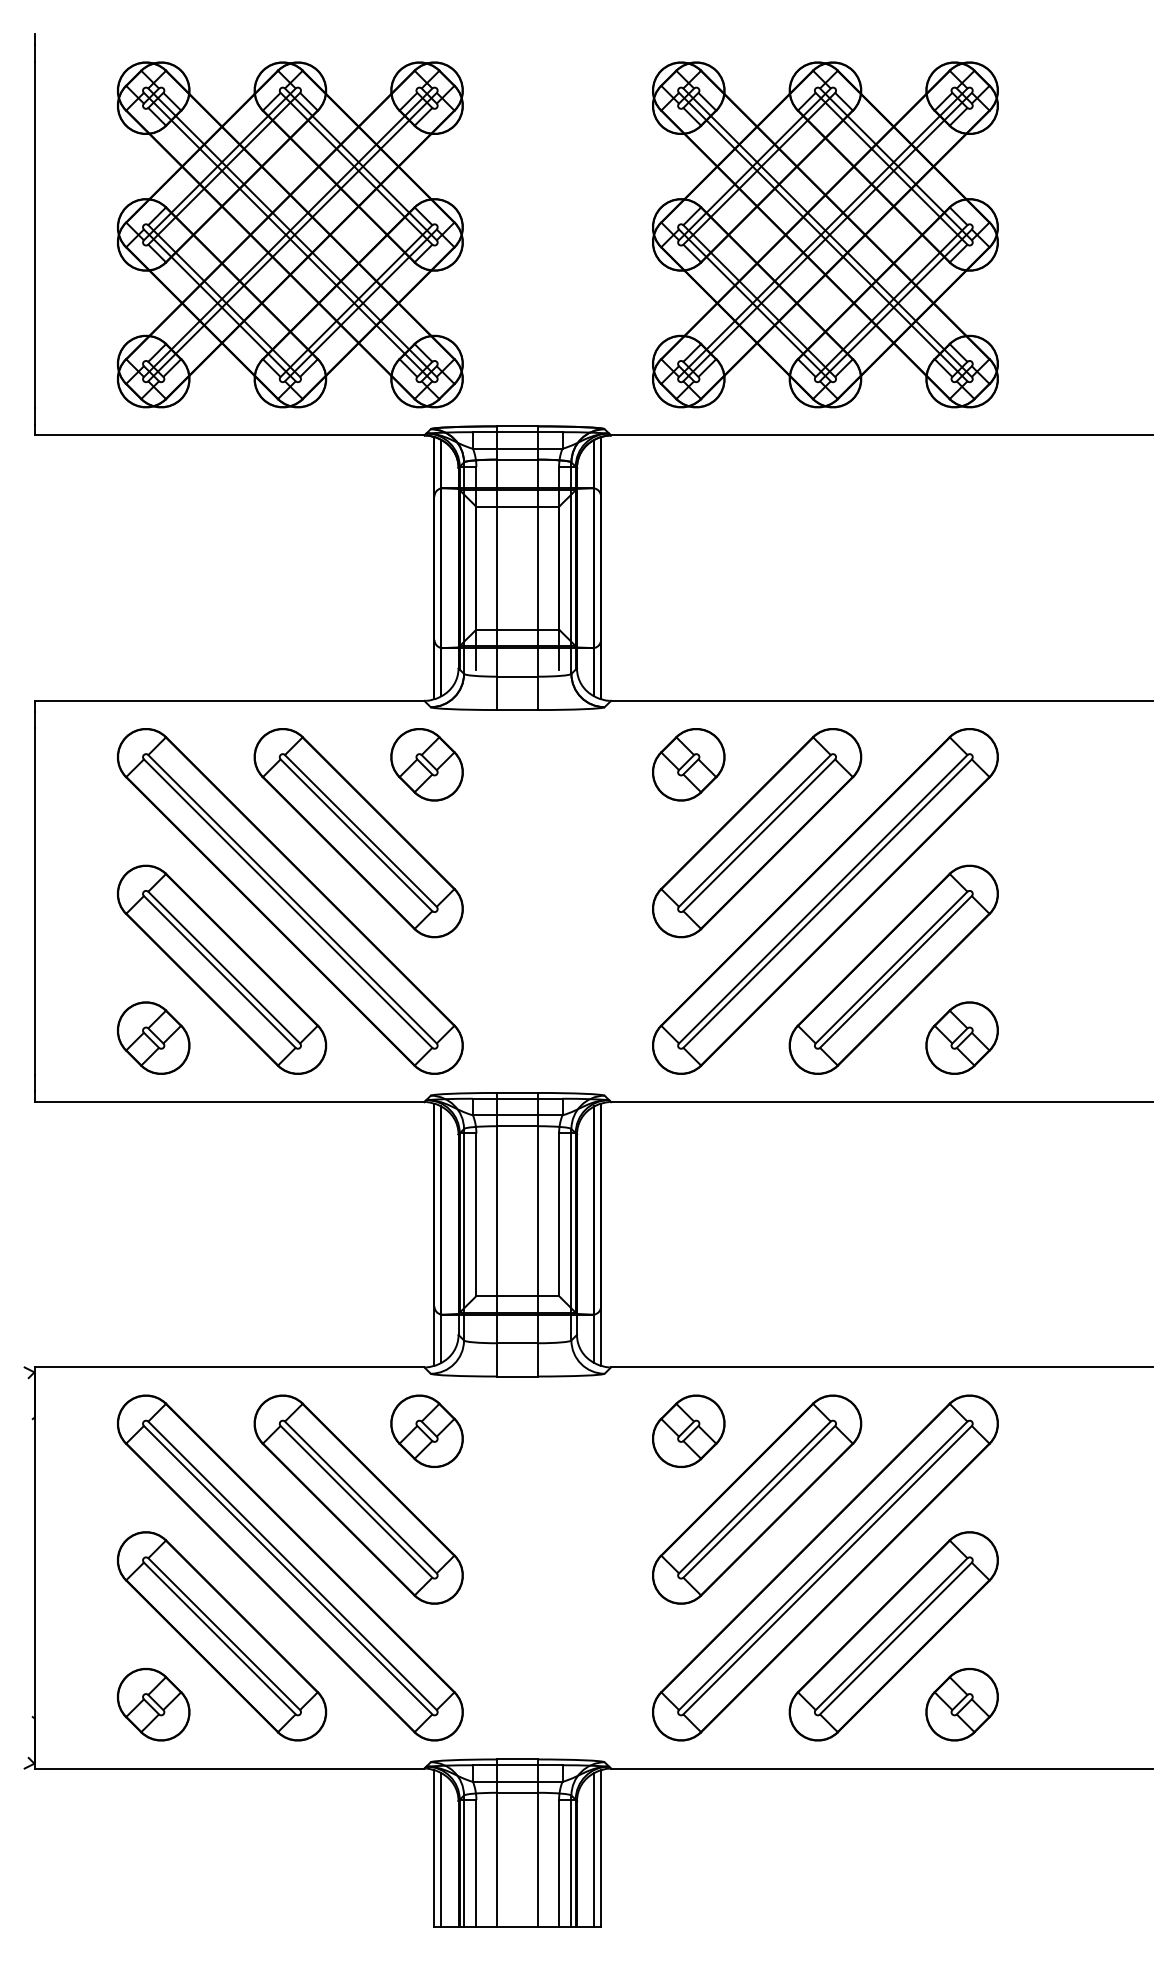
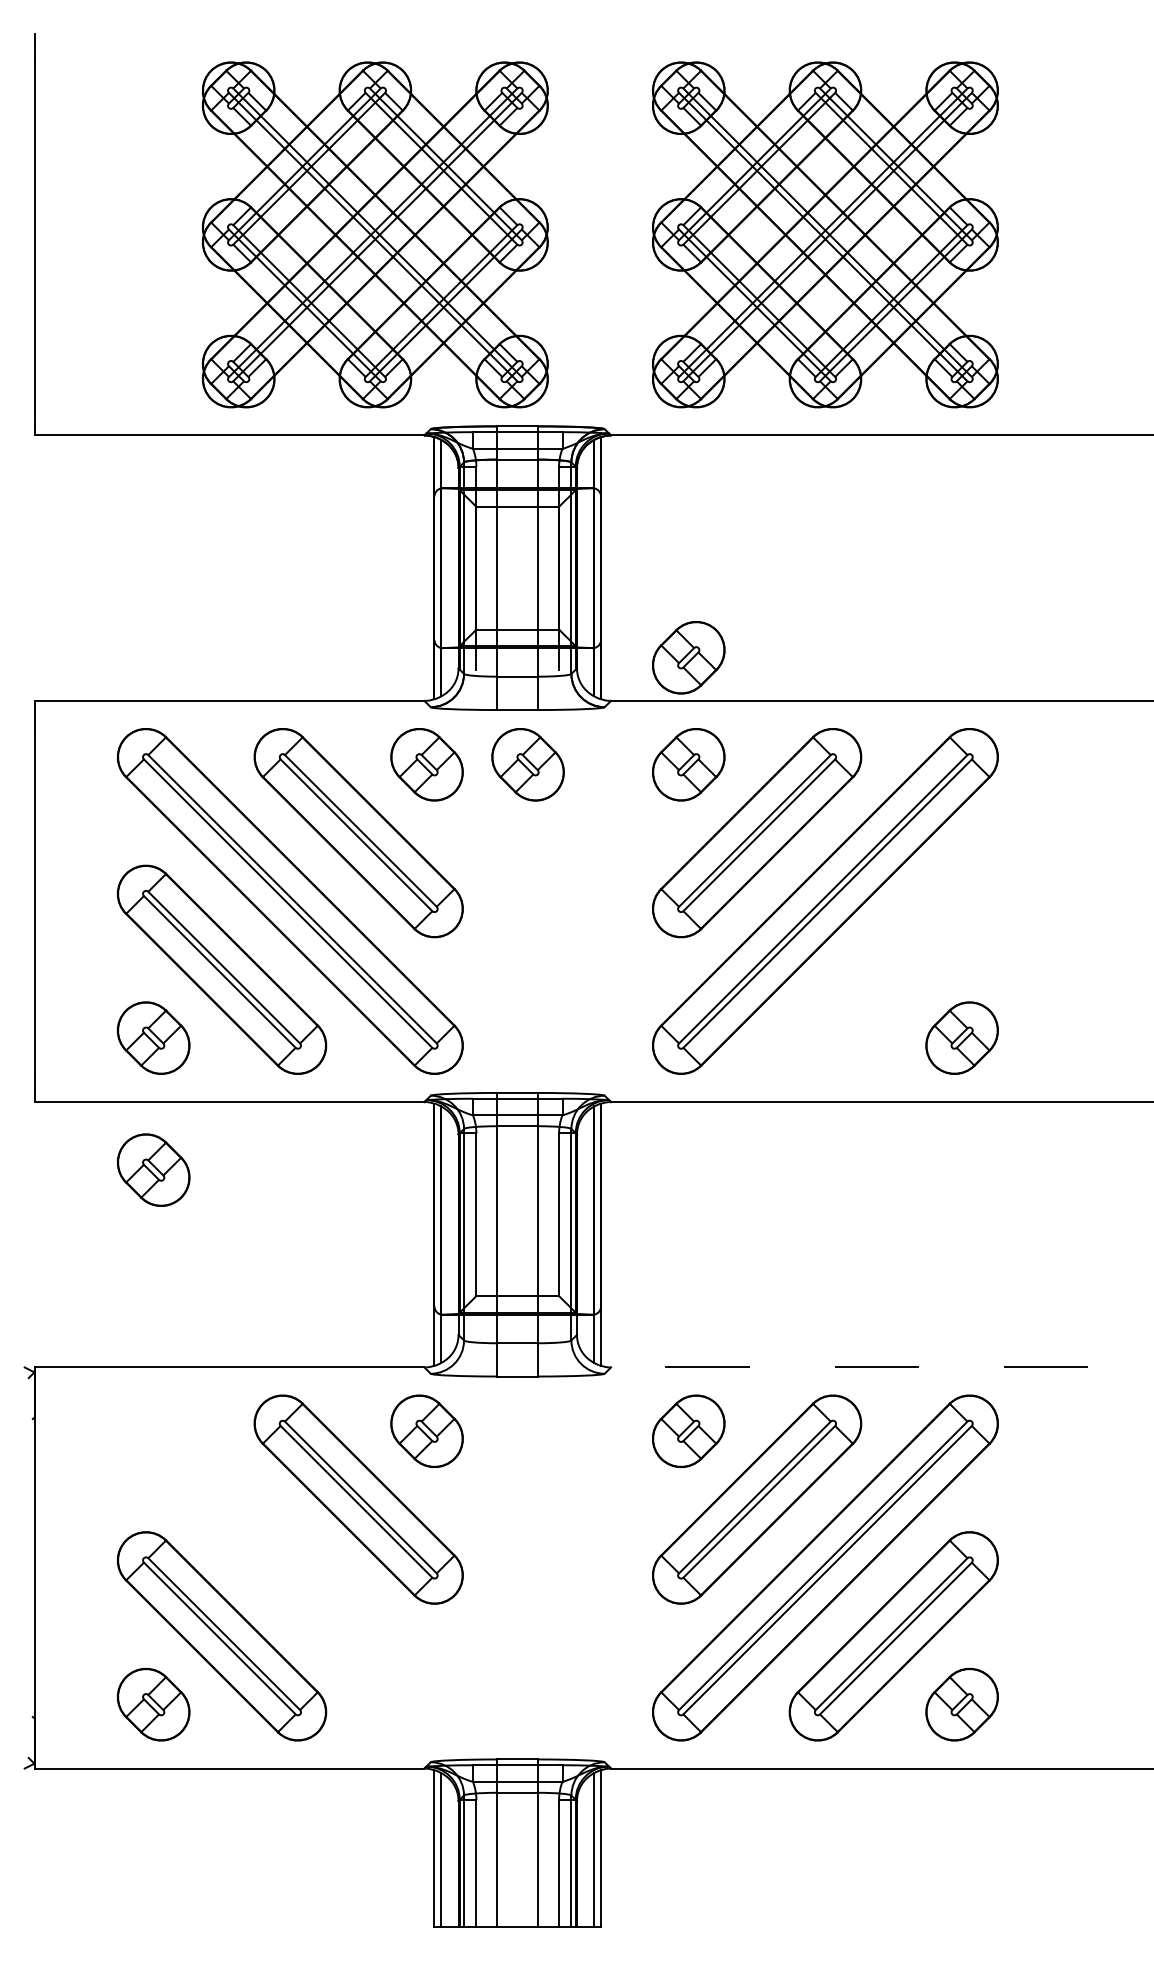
part at (290, 234) position: (290, 234) -> (375, 234)
part at (688, 657): none -> present
part at (527, 764): none -> present
part at (893, 969): present -> none
part at (153, 1169): none -> present
line at (881, 1367): solid -> dashed
part at (290, 1567): present -> none
